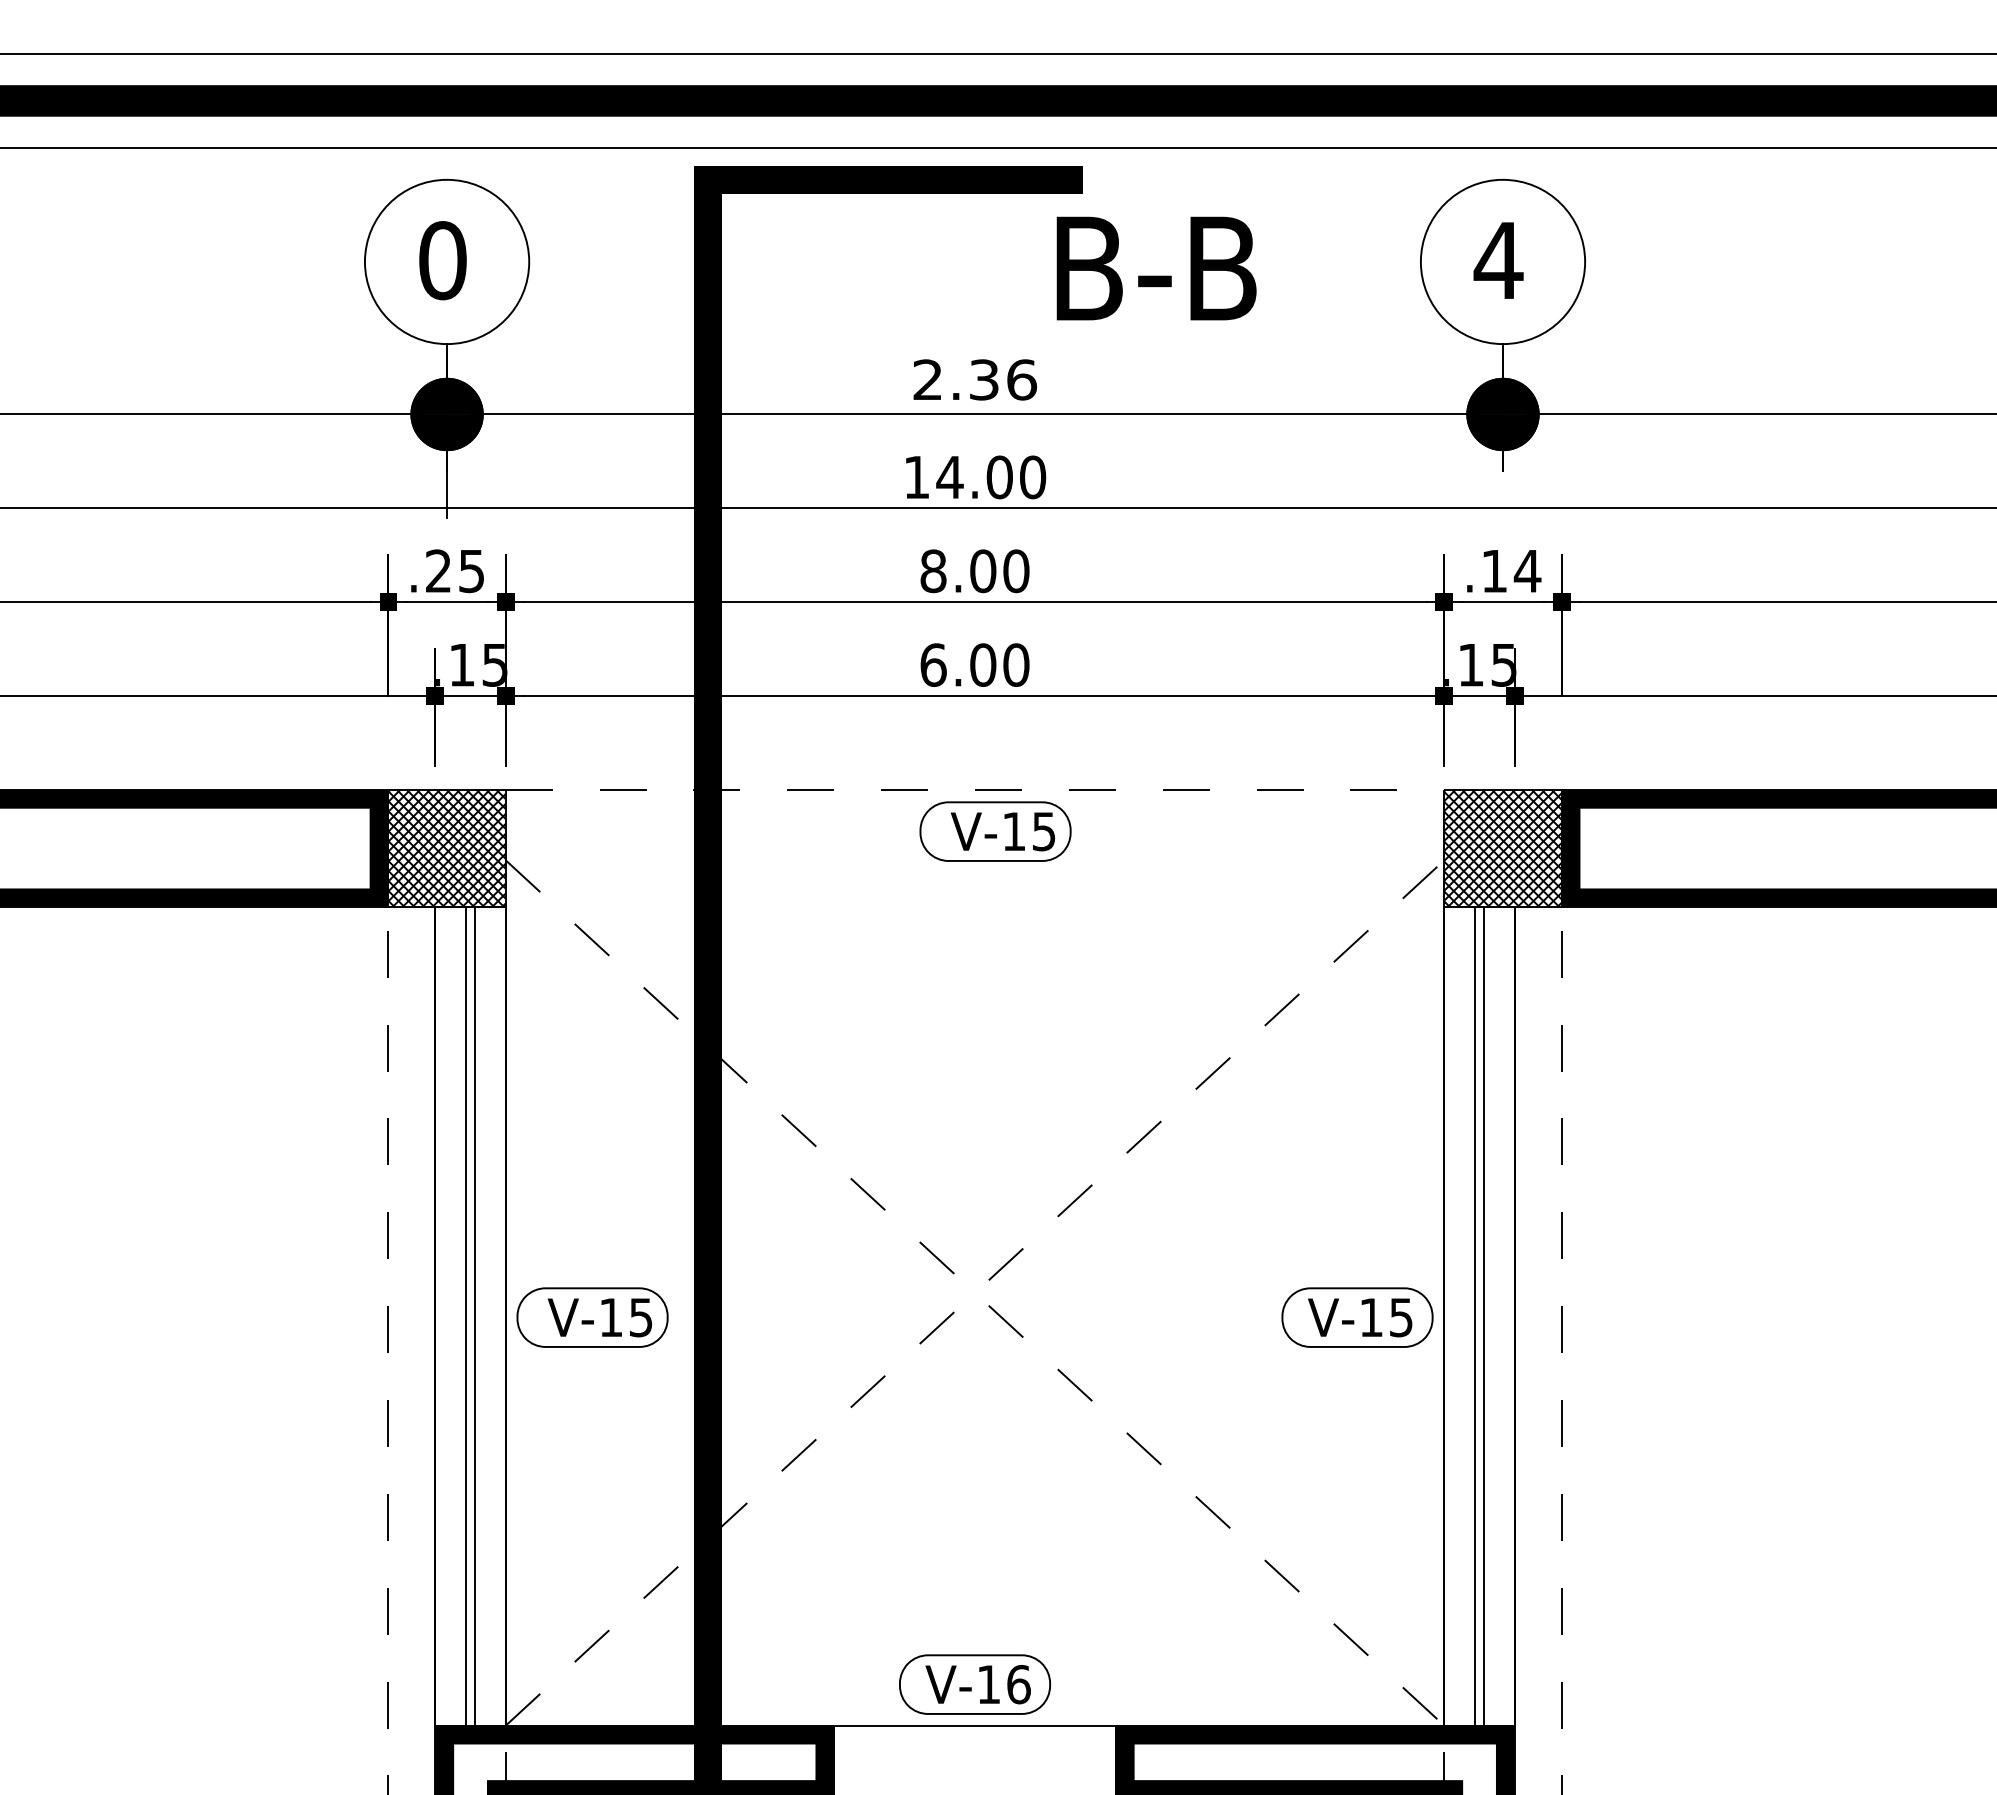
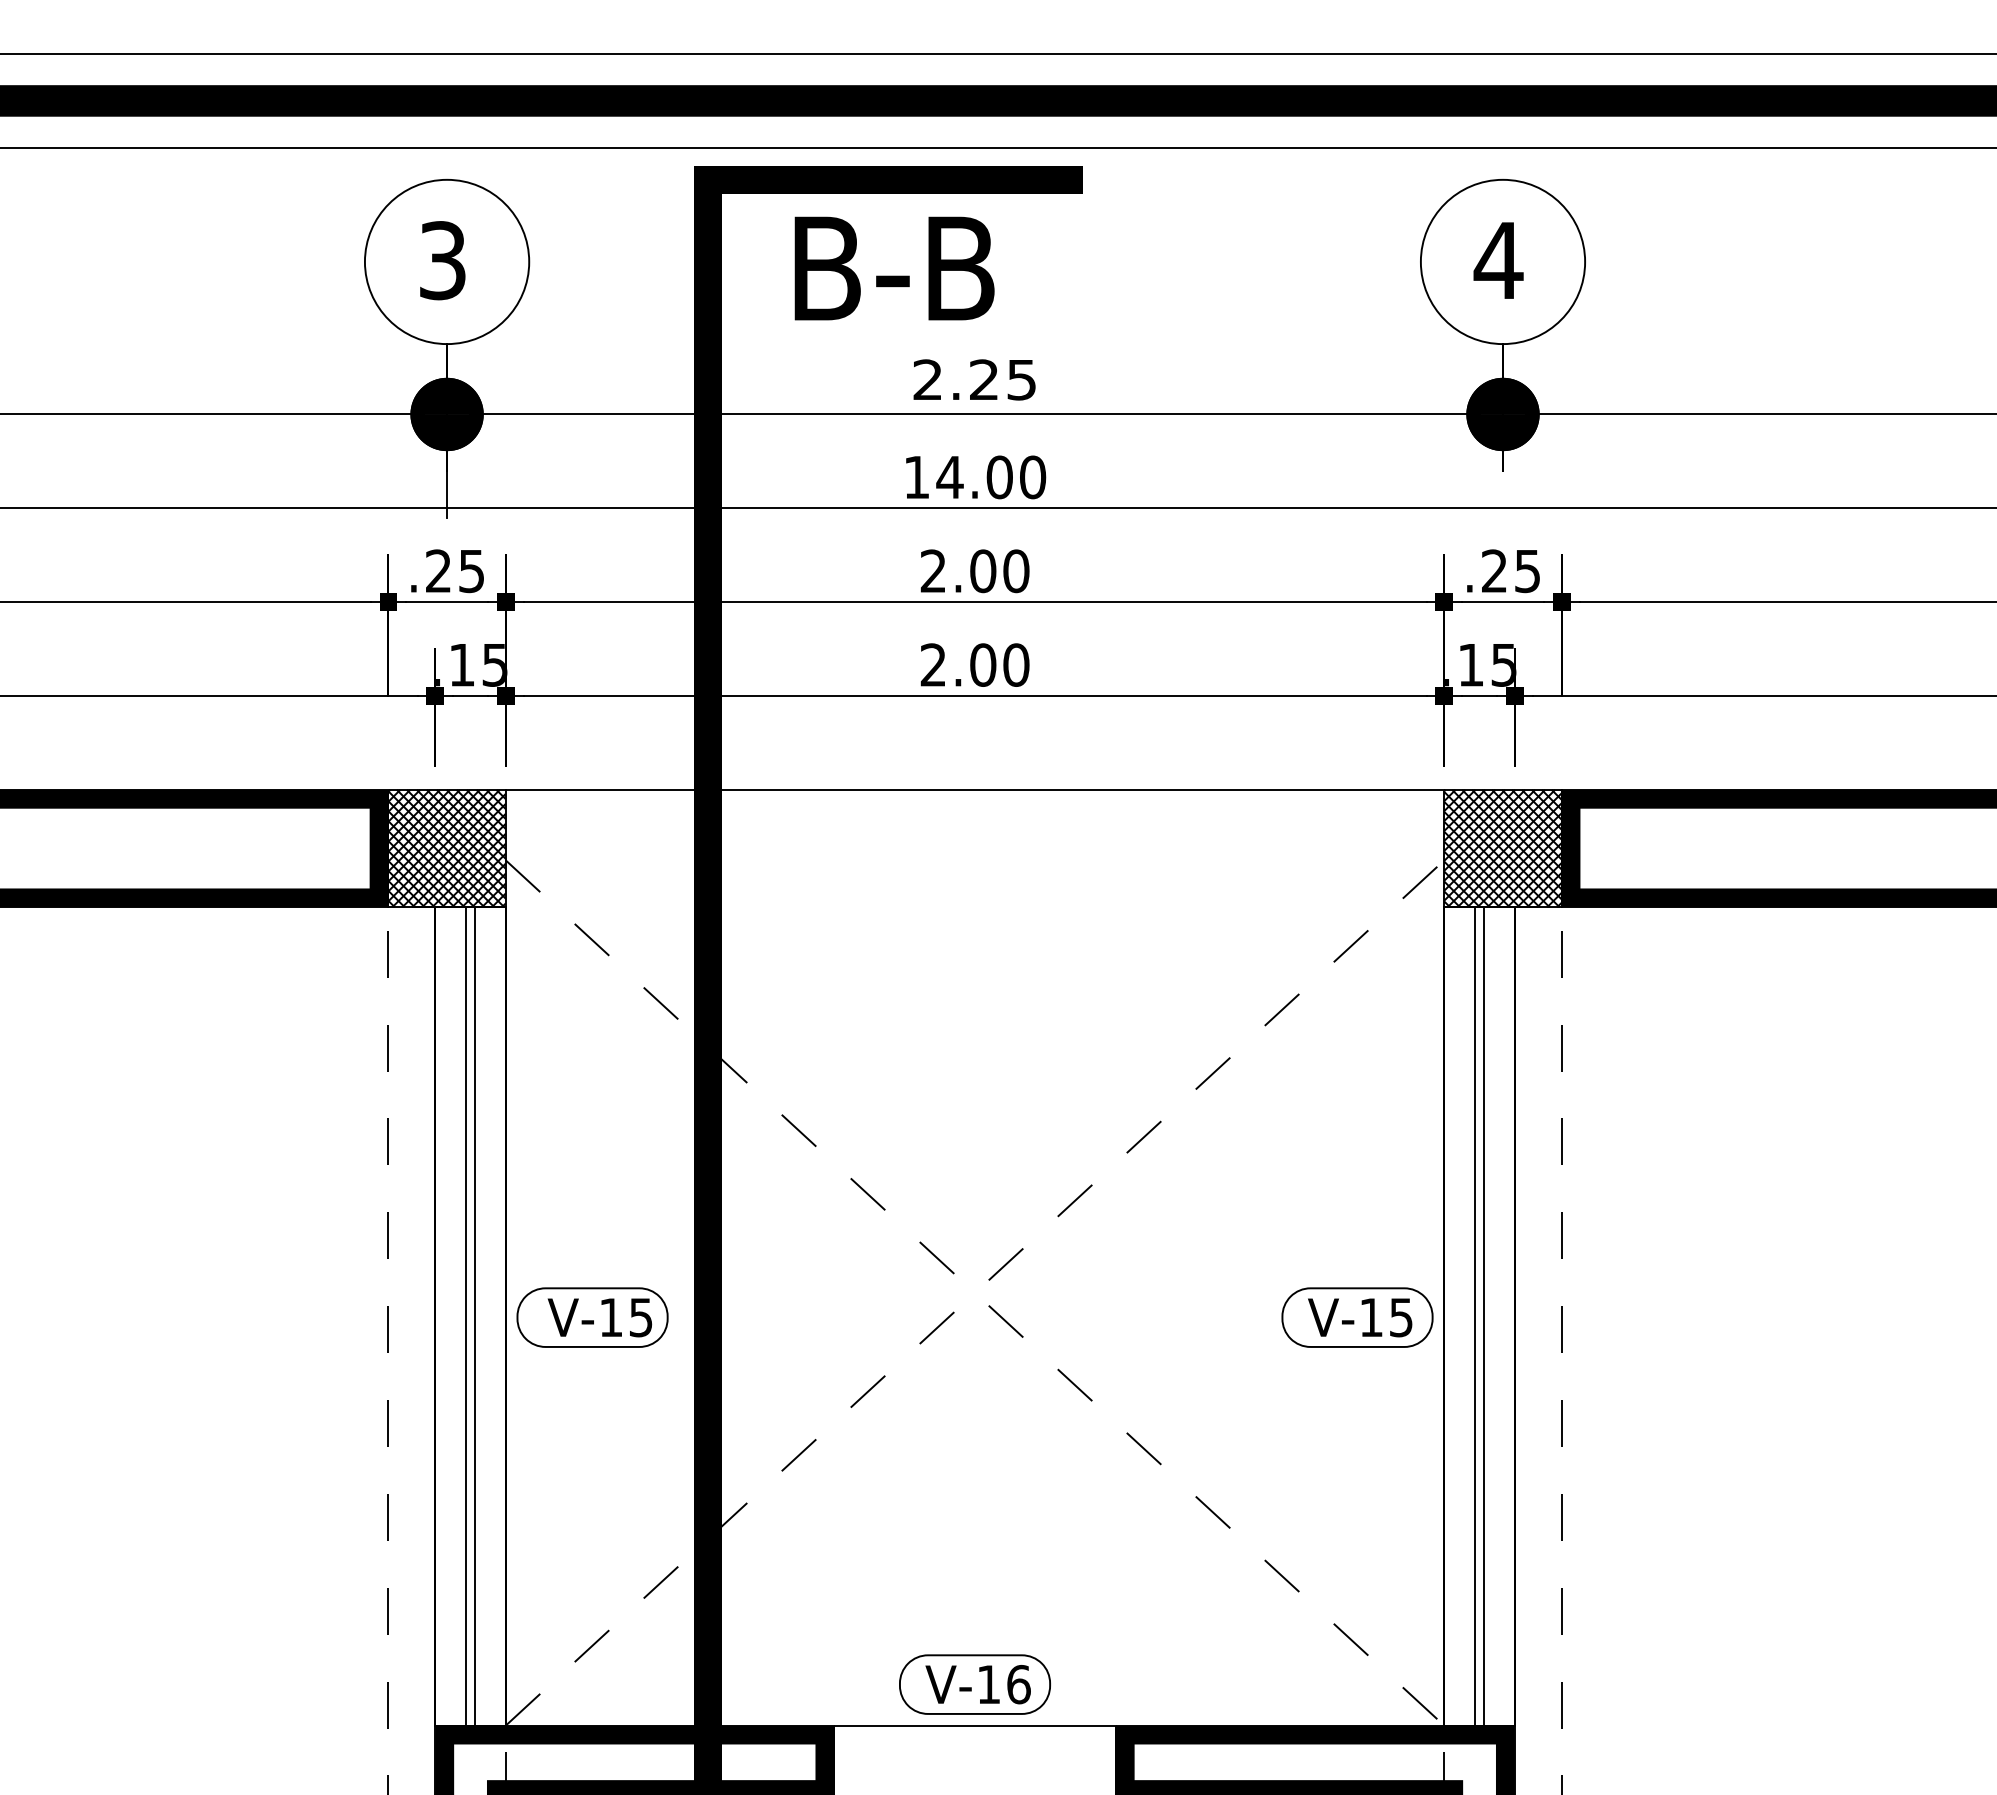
text at (442, 260): 0 -> 3
text at (1156, 268) position: (1156, 268) -> (894, 268)
text at (1003, 379): 2.36 -> 2.25
text at (933, 571): 8.00 -> 2.00
text at (1511, 571): .14 -> .25
text at (933, 664): 6.00 -> 2.00
line at (975, 789): dashed -> solid
part at (995, 831): present -> none
